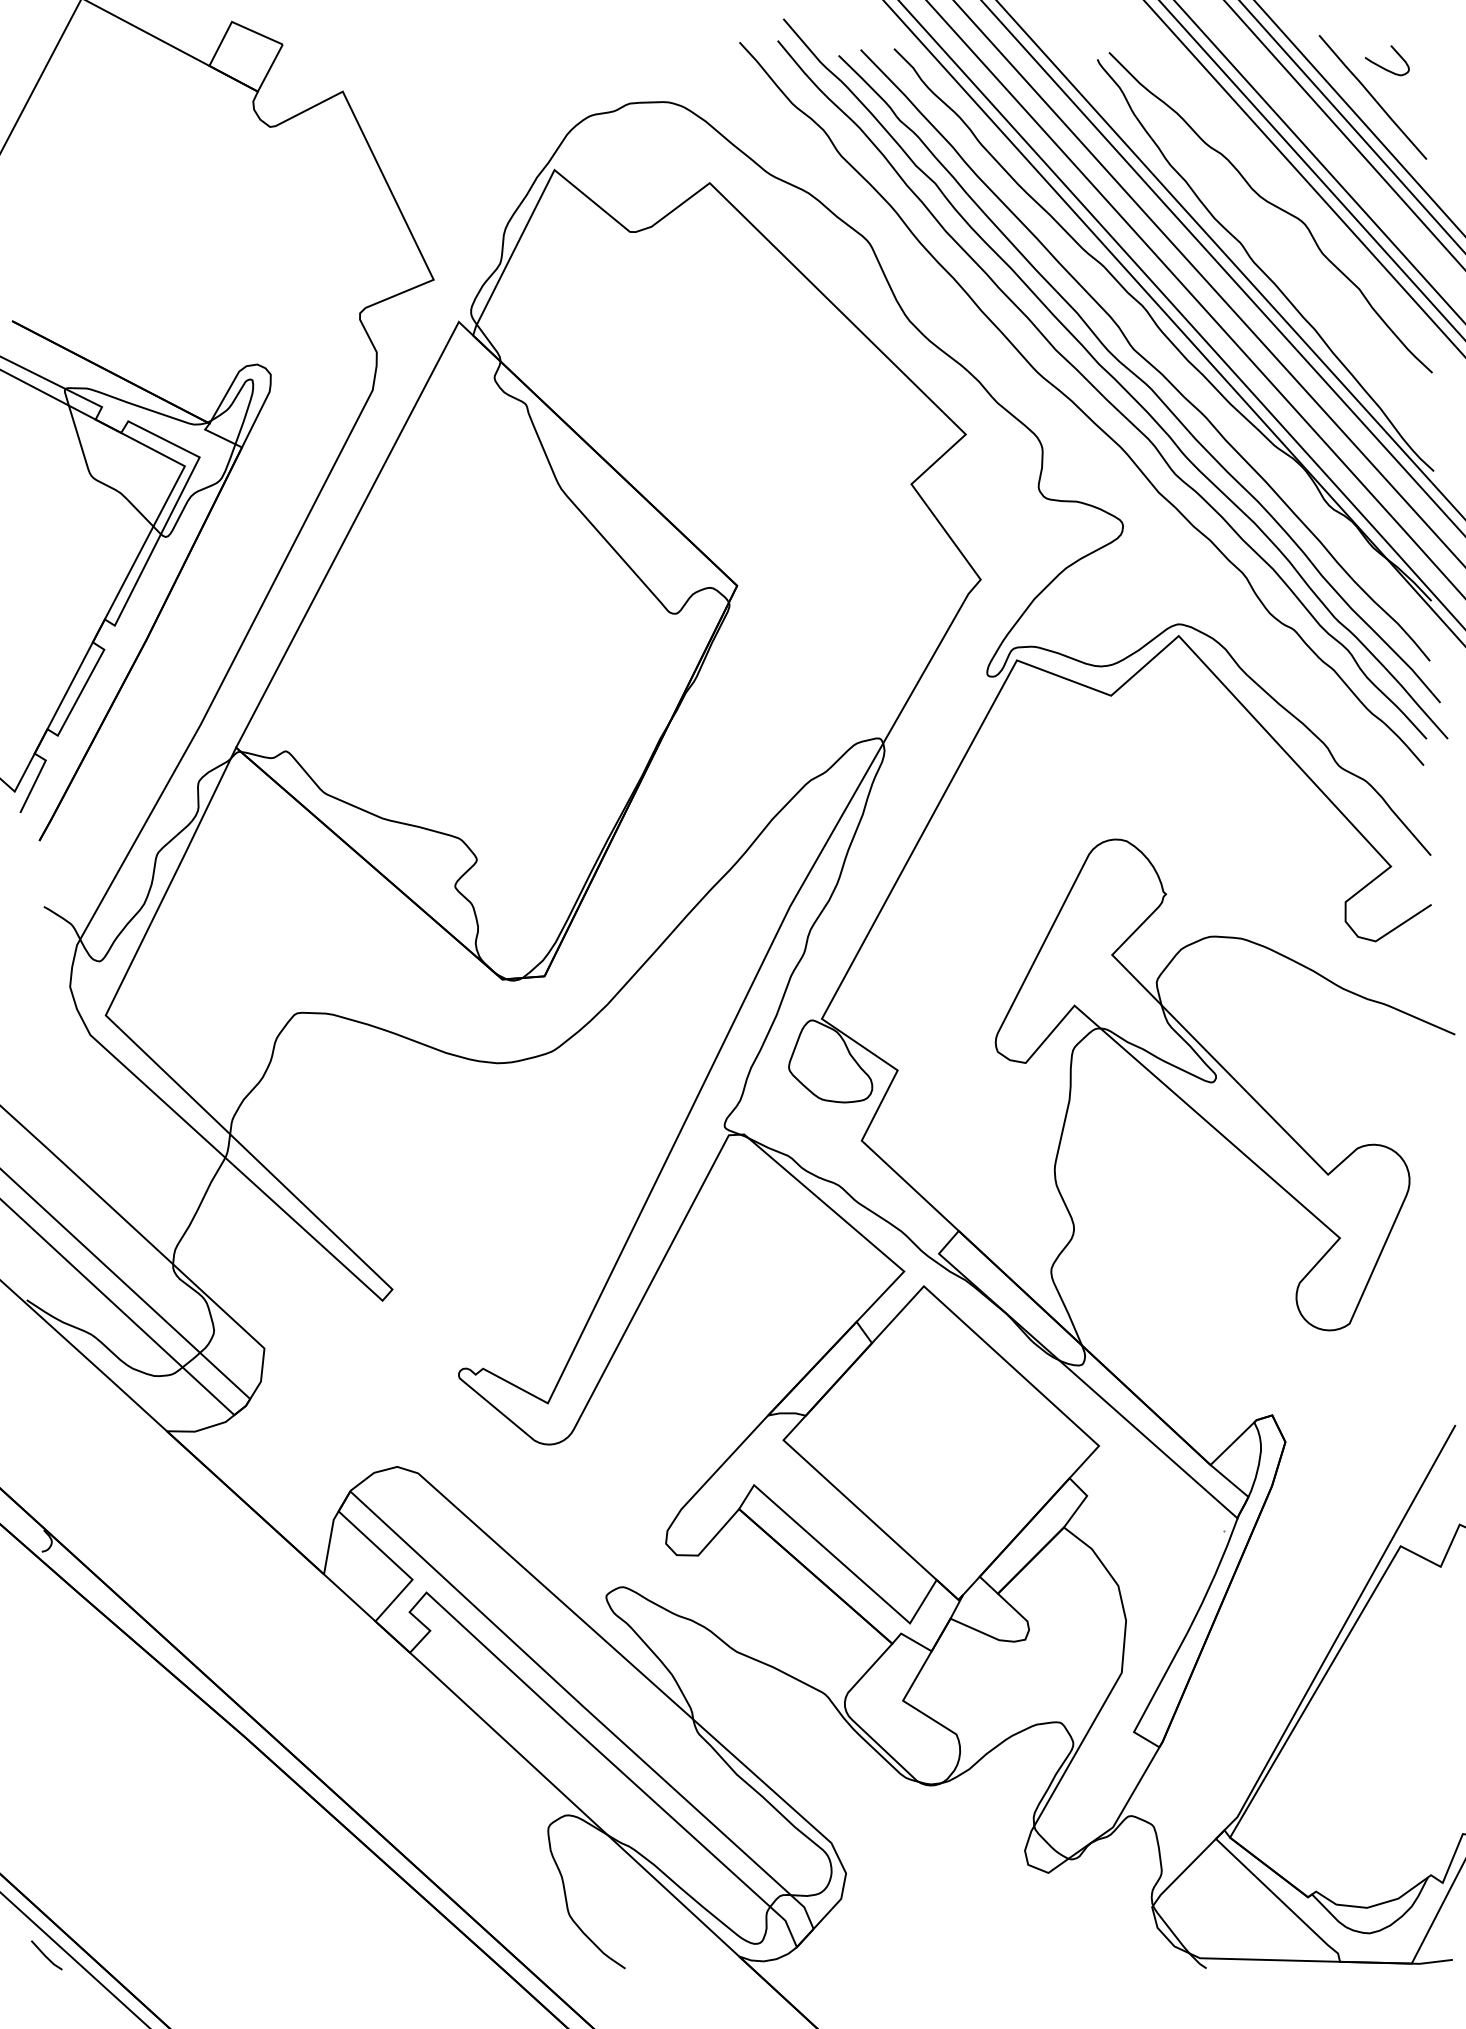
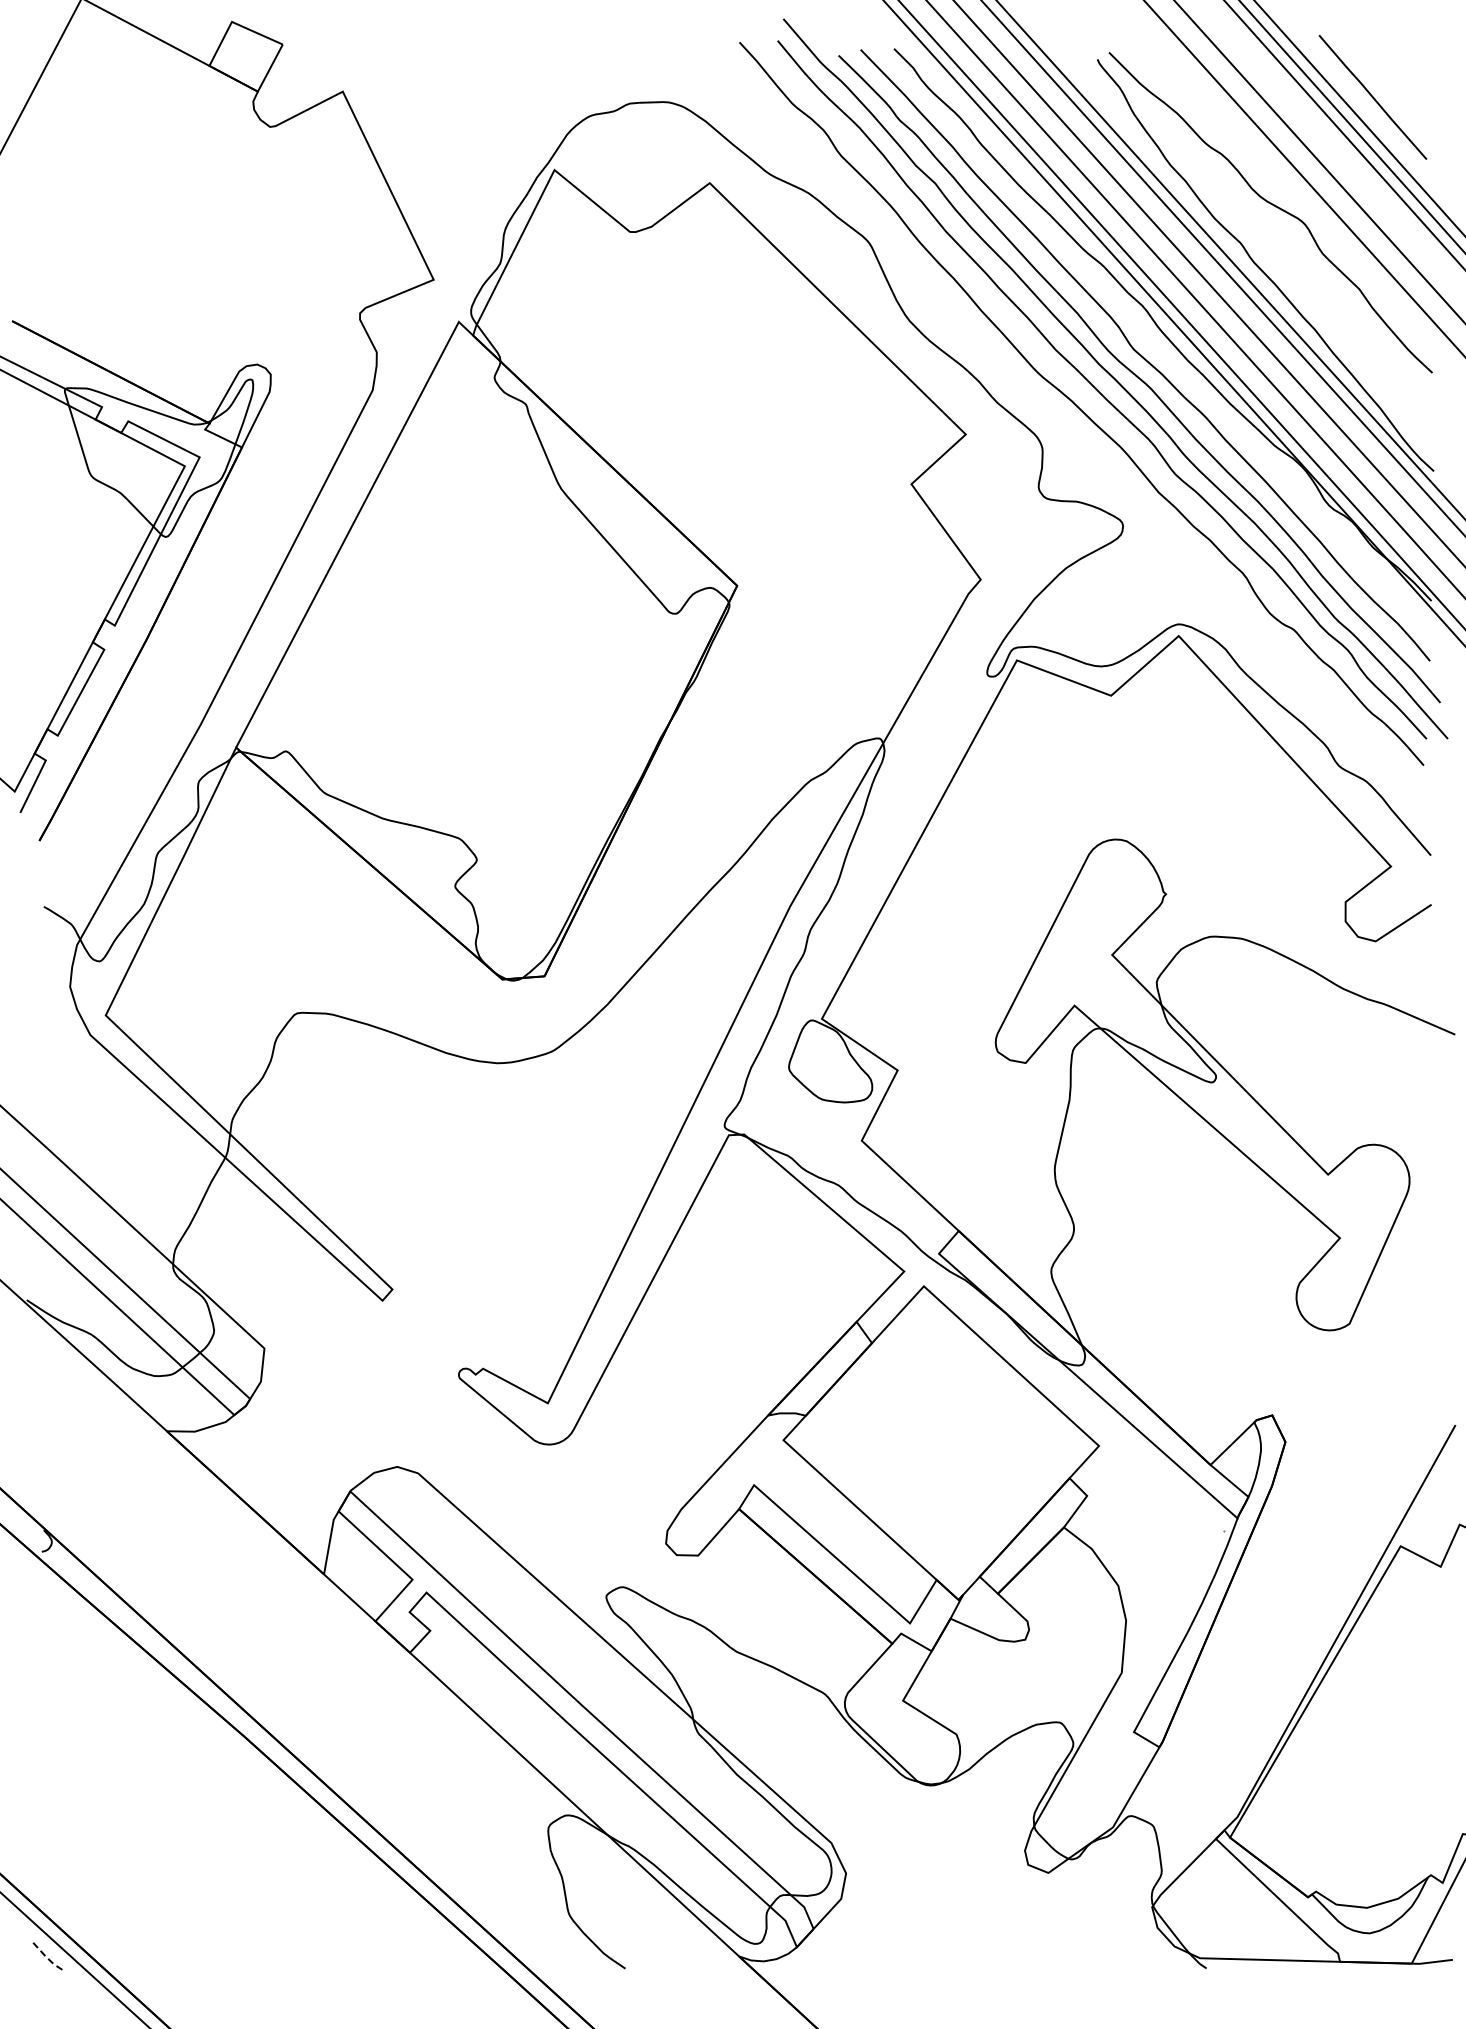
curve at (1382, 66): present -> none
line at (1311, 169): present -> none
line at (45, 1956): solid -> dashed
